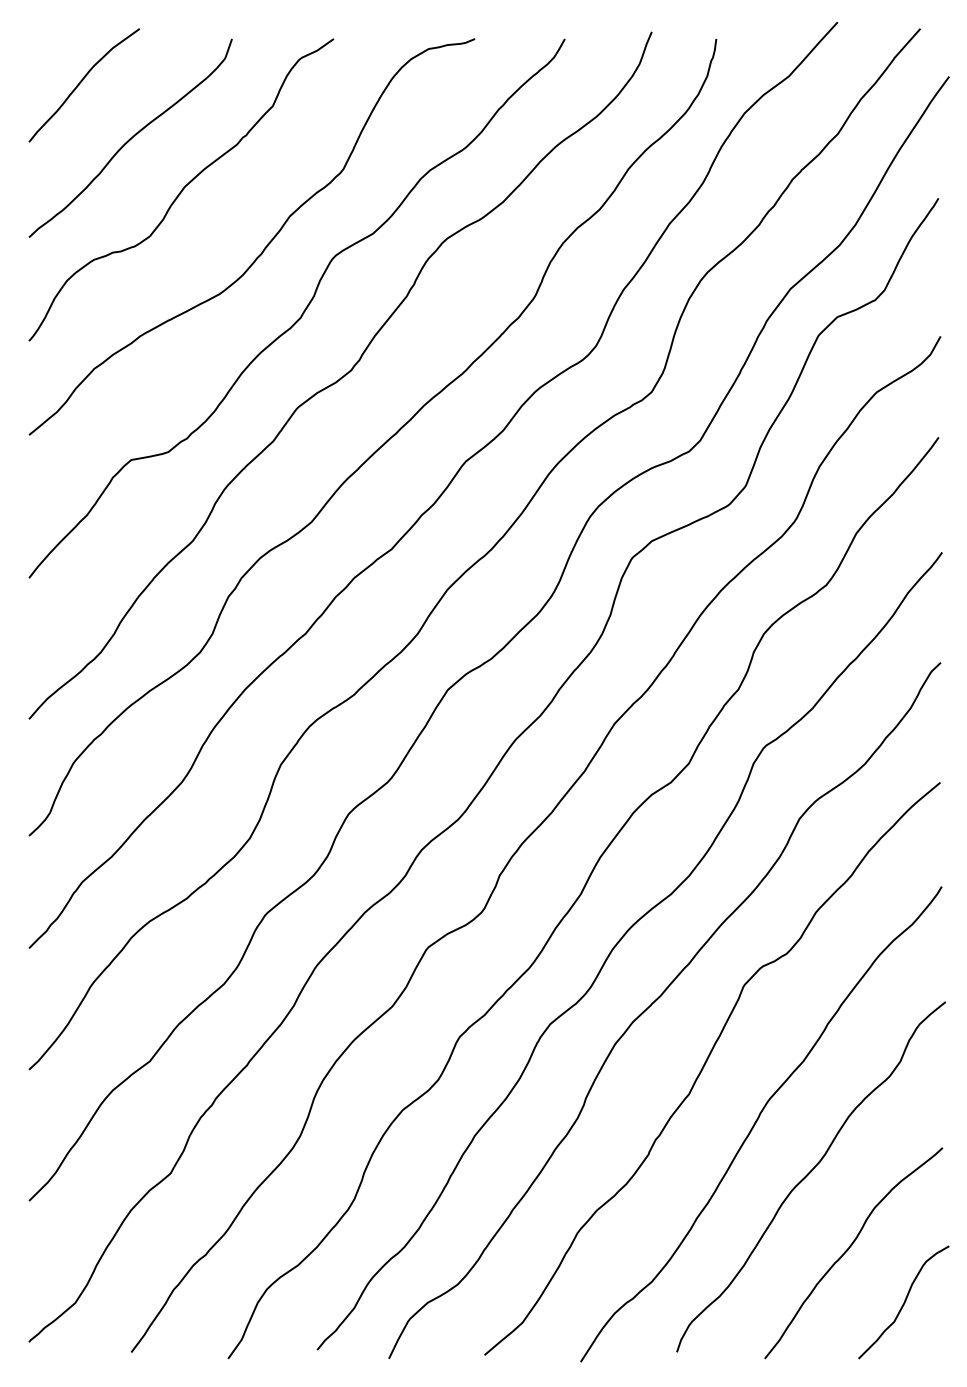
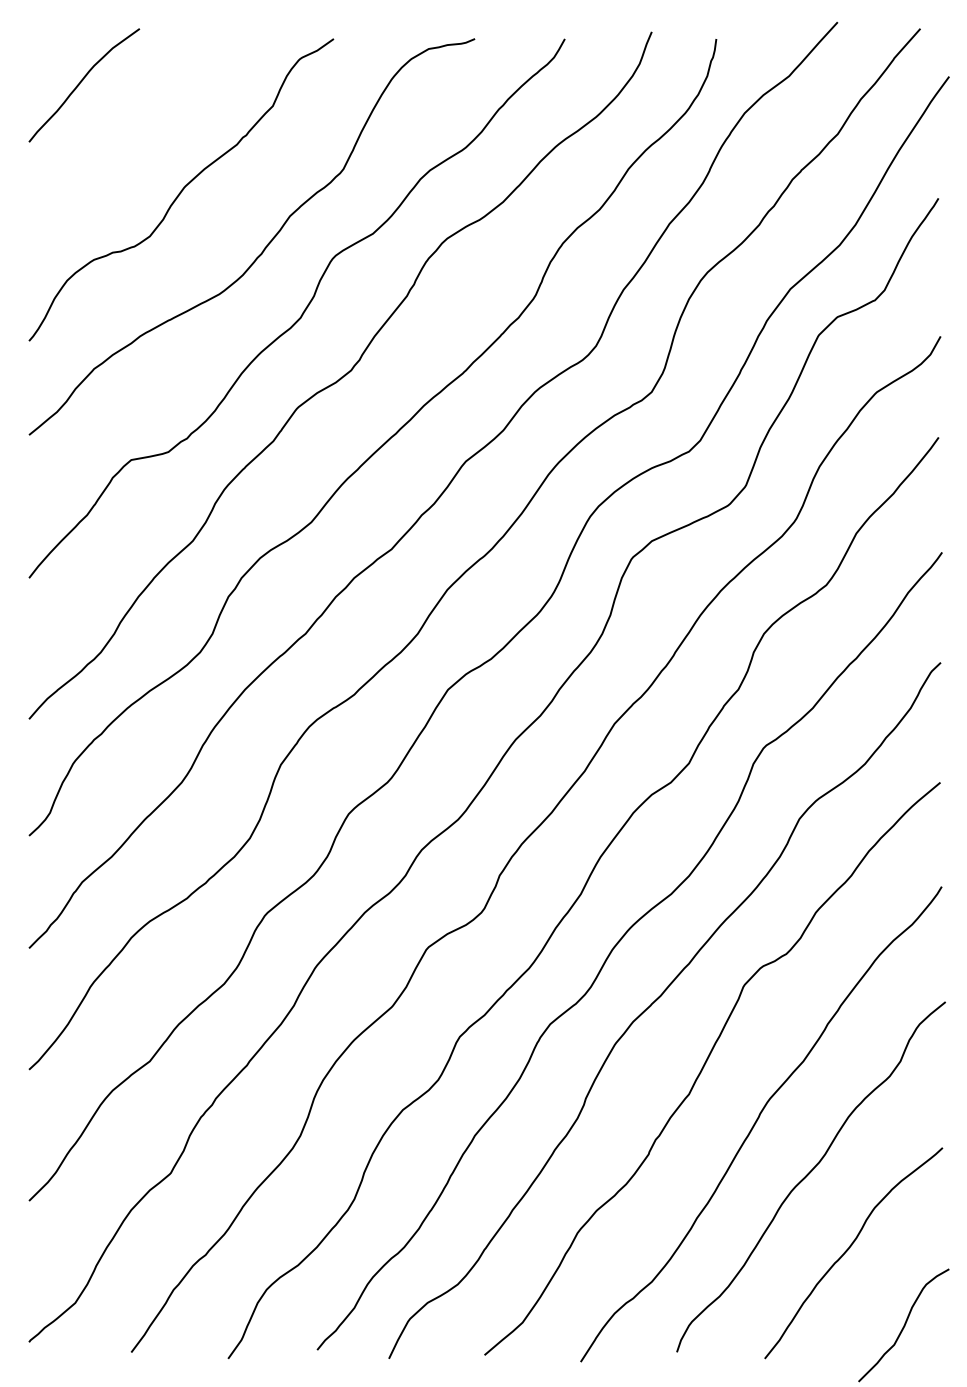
curve at (130, 137): present -> none
curve at (903, 1302) position: (903, 1302) -> (903, 1325)
